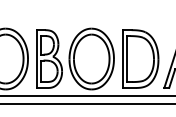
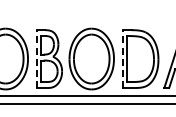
line at (36, 59): solid -> dashed
line at (122, 59): solid -> dashed
